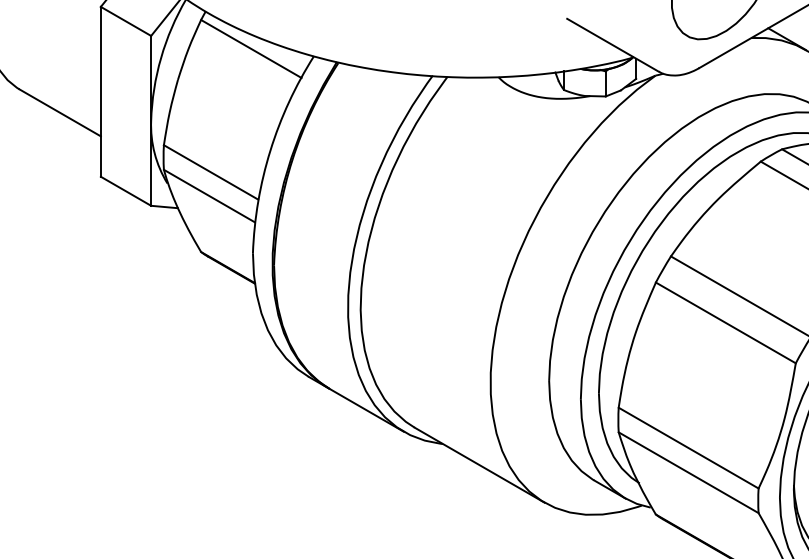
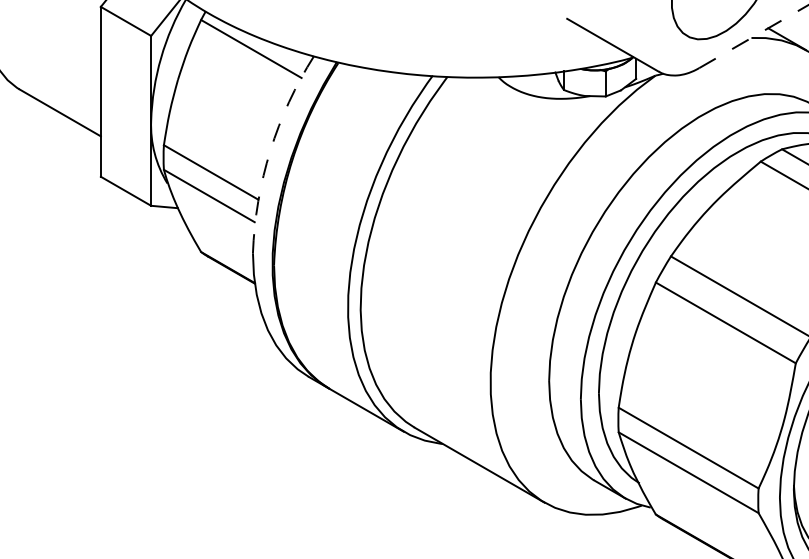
line at (753, 36): solid -> dashed
arc at (270, 150): solid -> dashed
